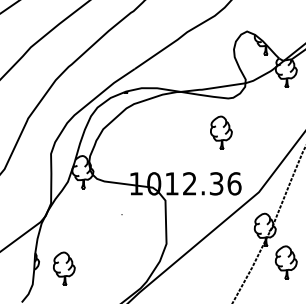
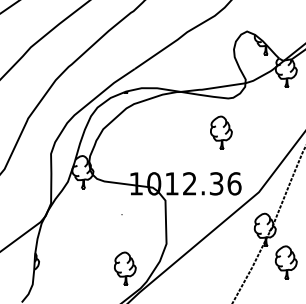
part at (64, 268) position: (64, 268) -> (125, 268)
